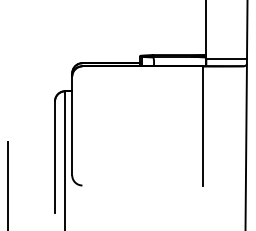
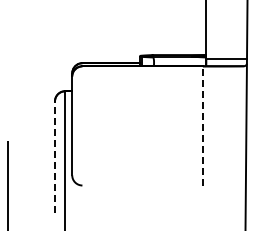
line at (202, 126): solid -> dashed
line at (54, 157): solid -> dashed
